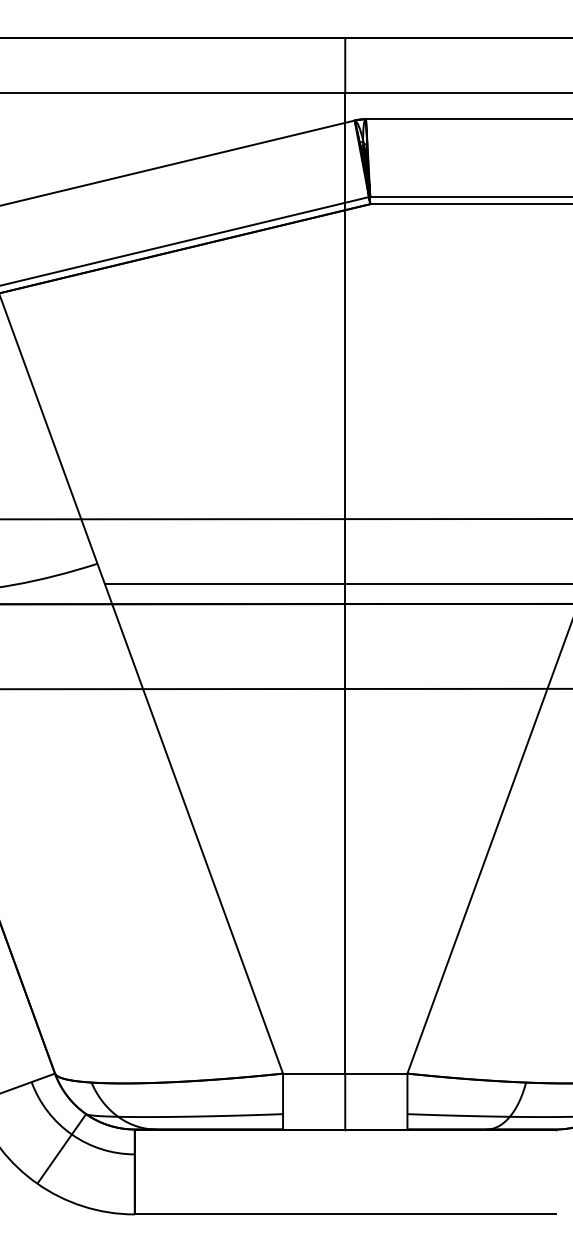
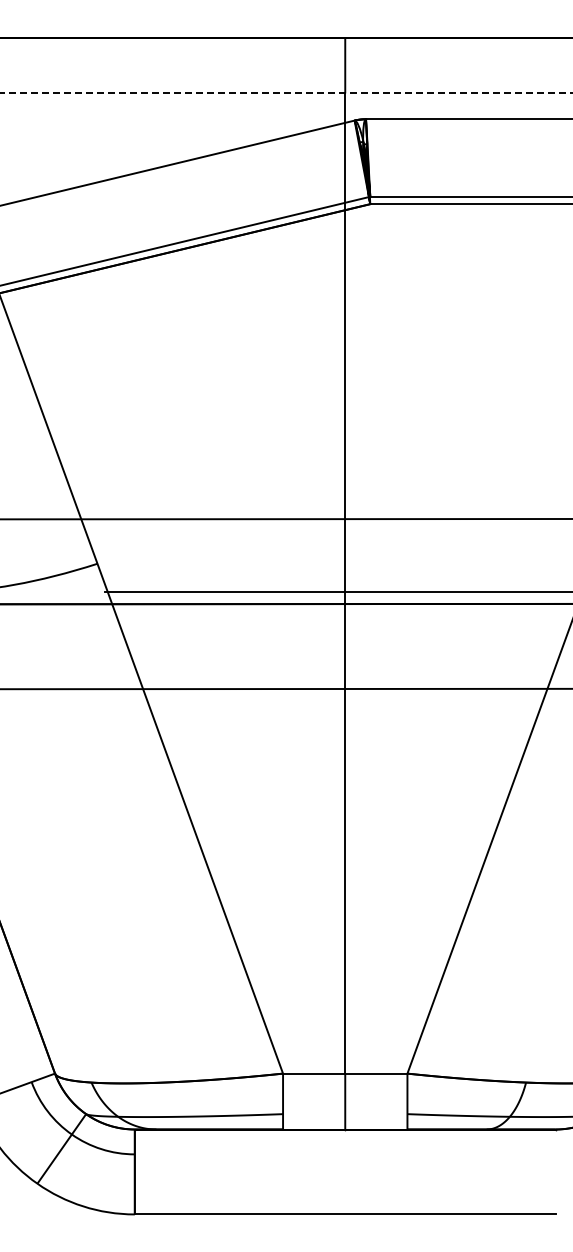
line at (286, 93): solid -> dashed
line at (336, 583) position: (336, 583) -> (336, 591)
